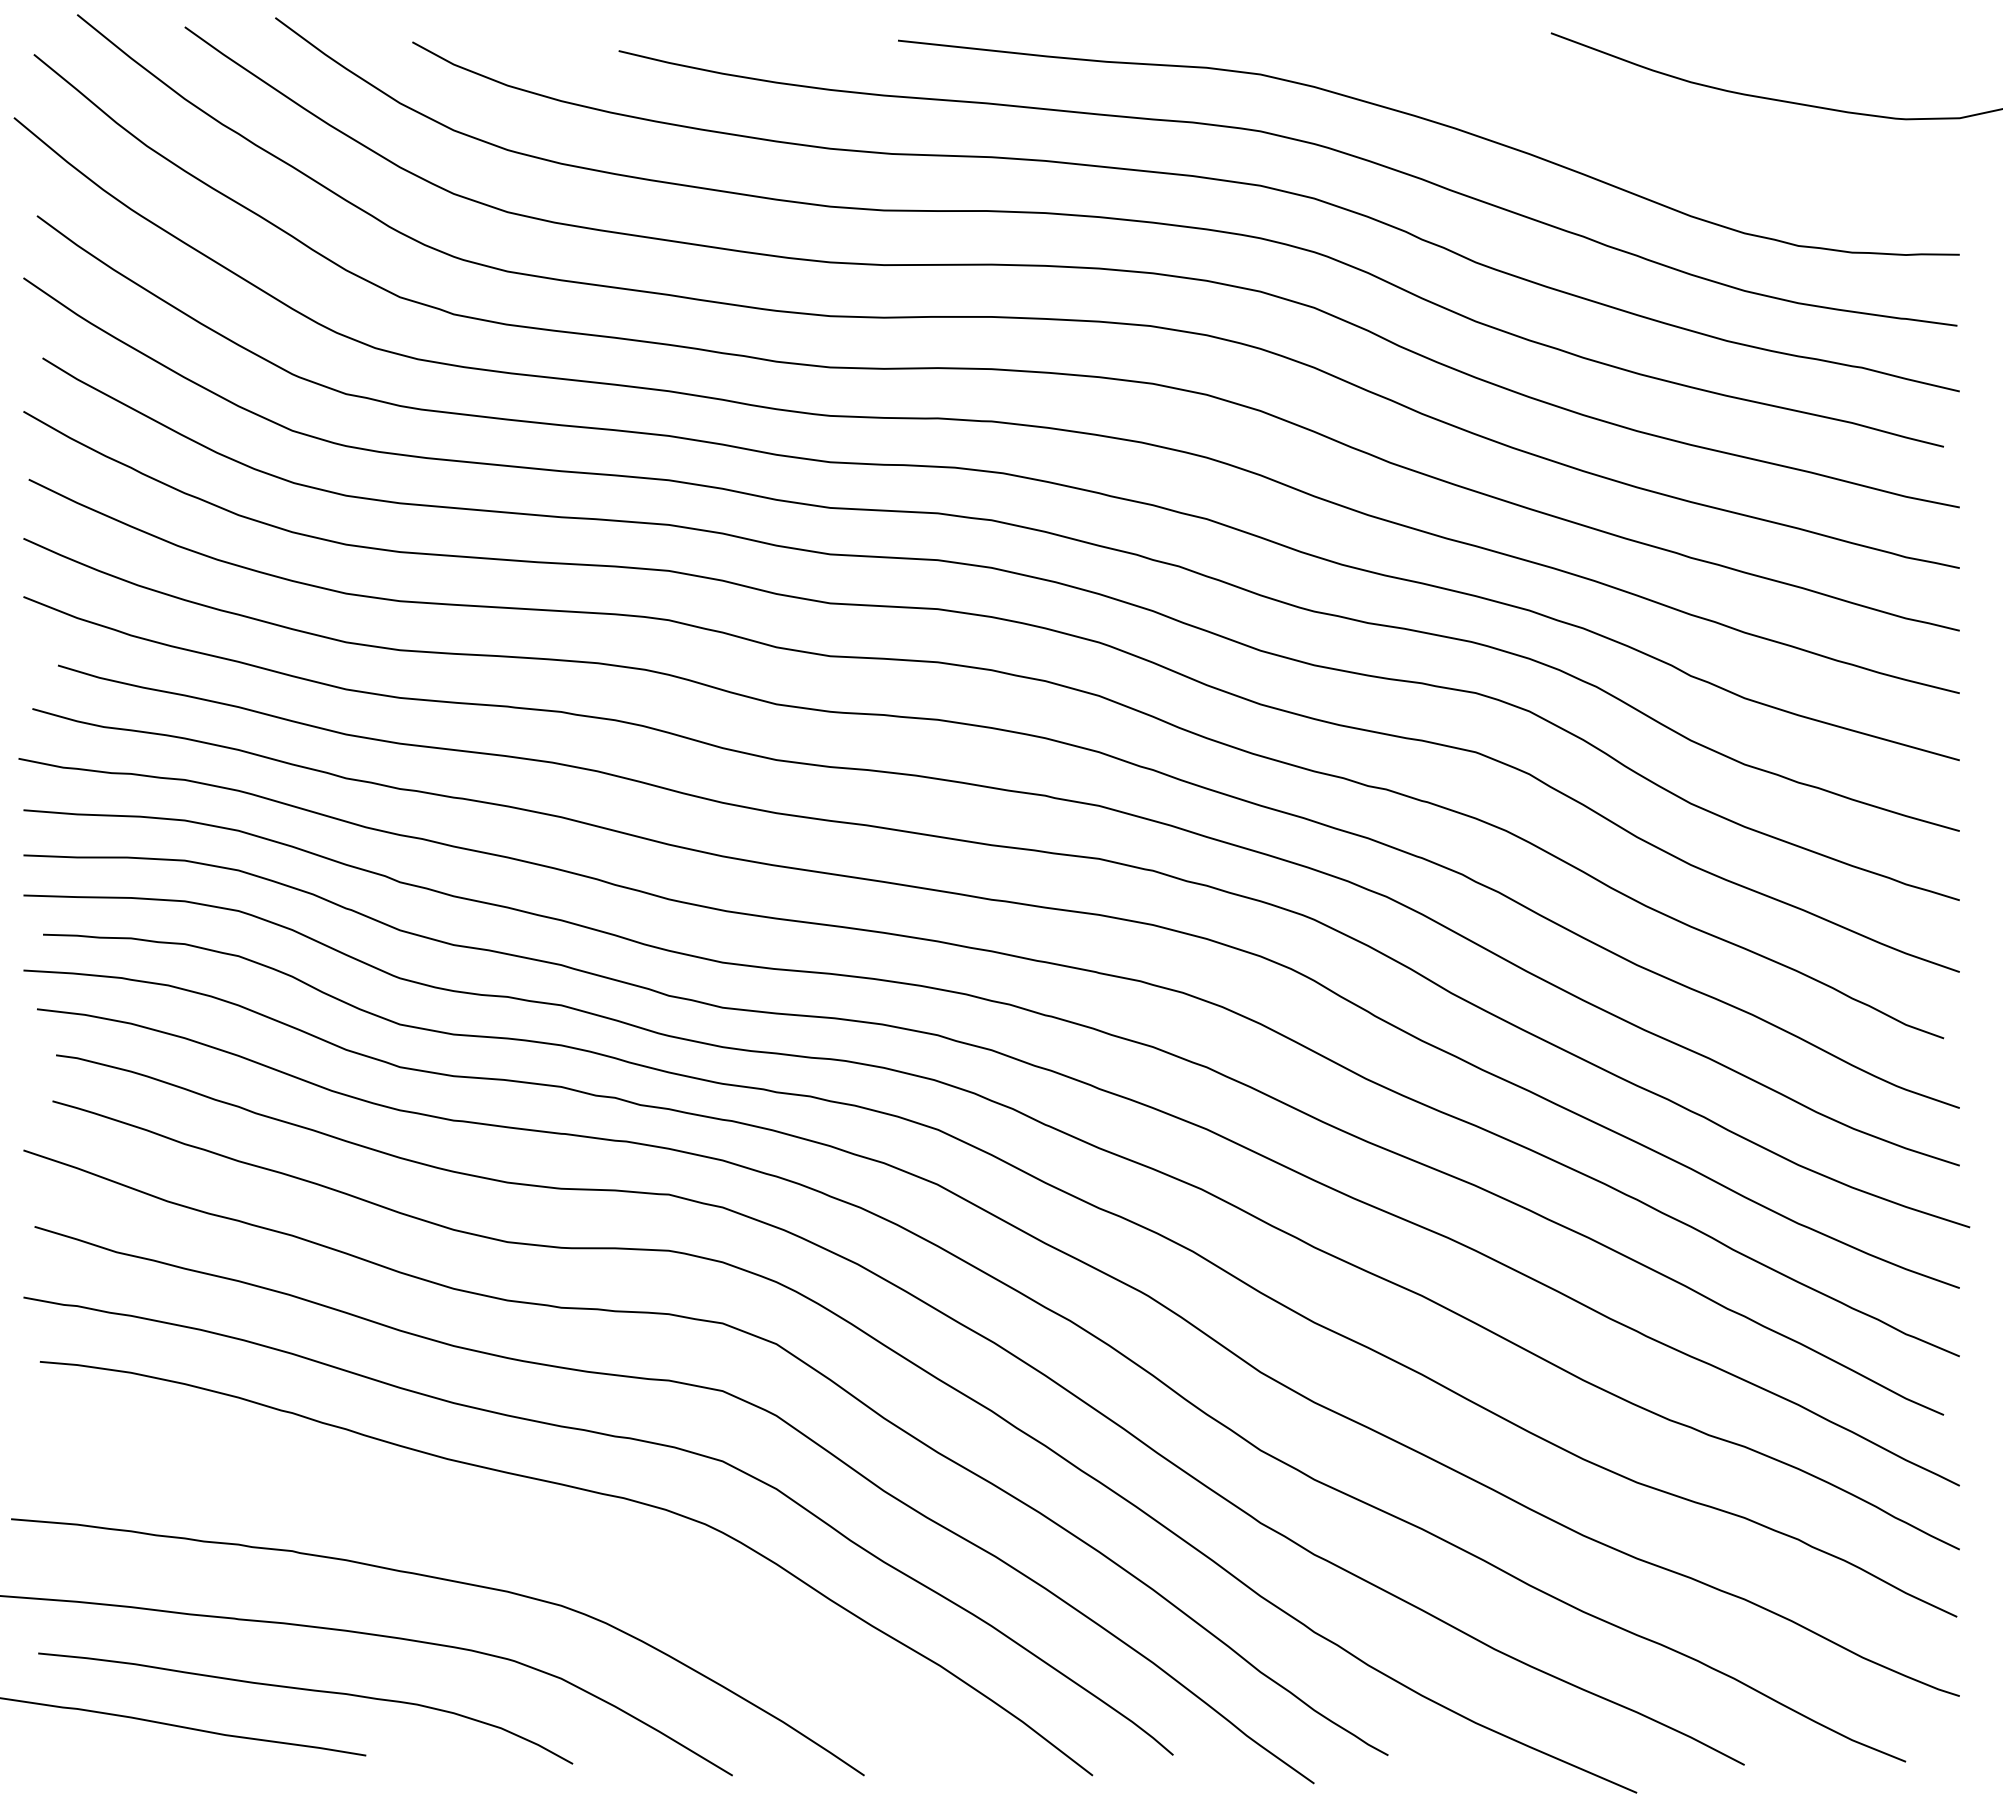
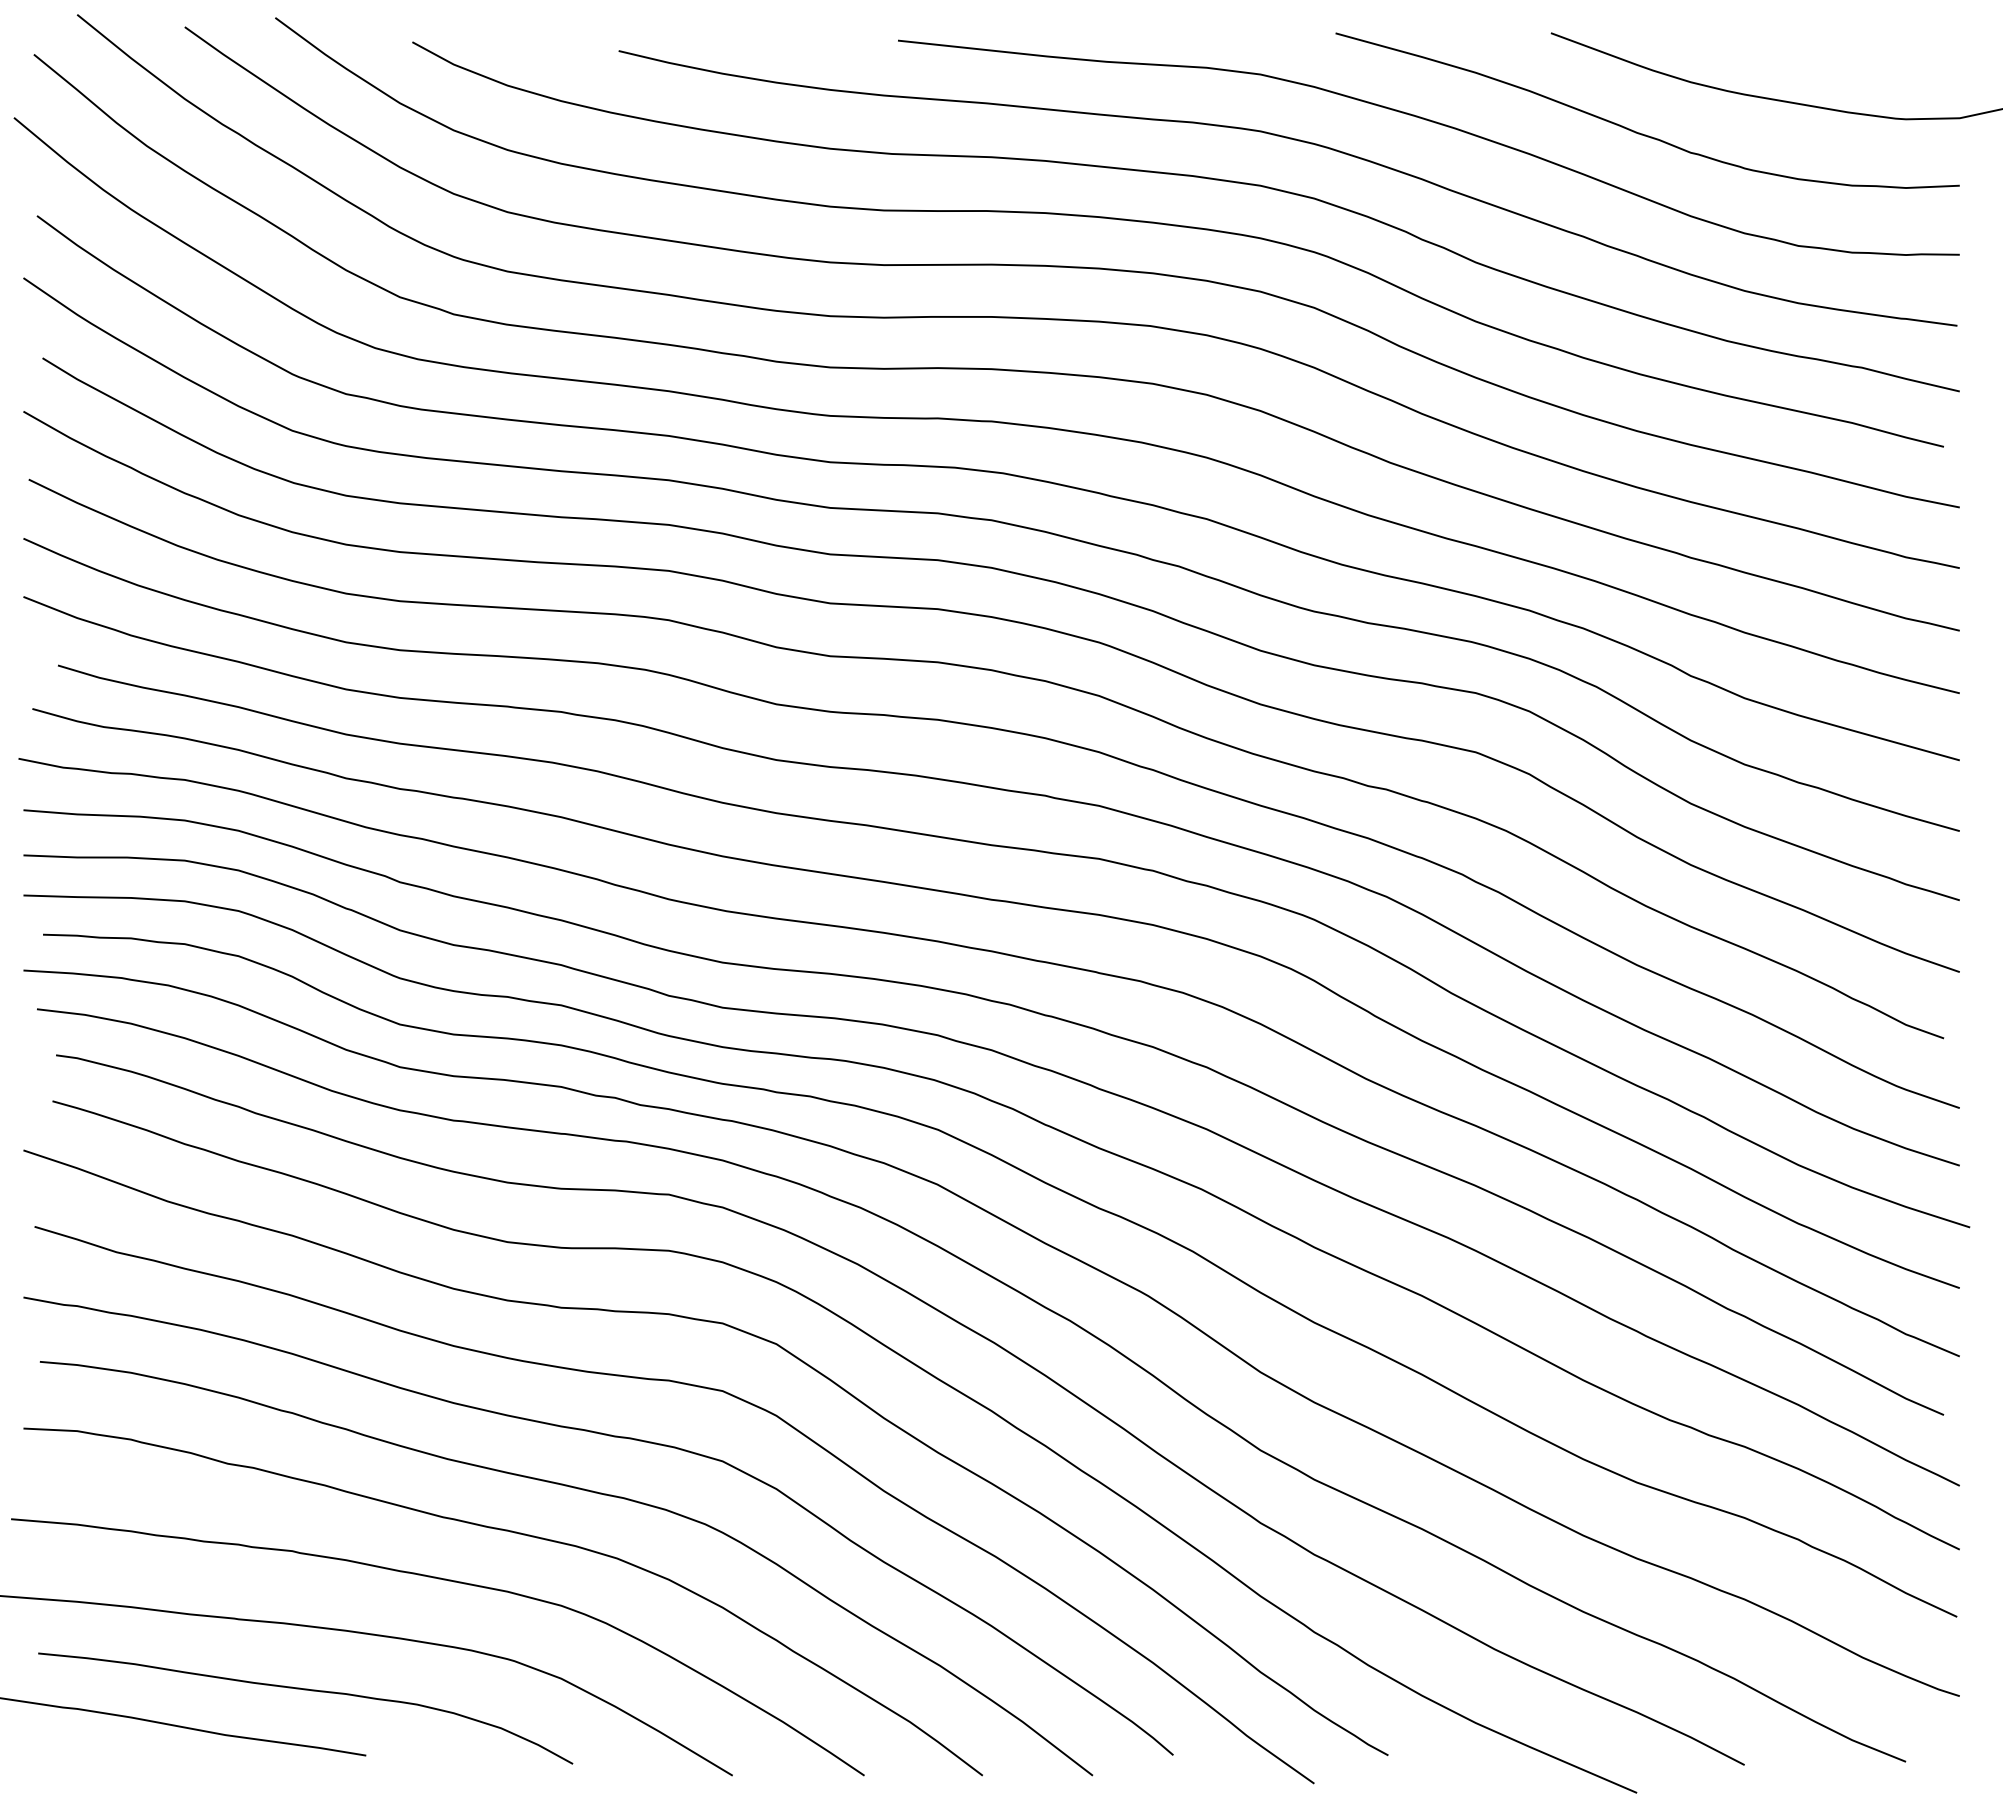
curve at (1639, 132): none -> present
curve at (518, 1534): none -> present
